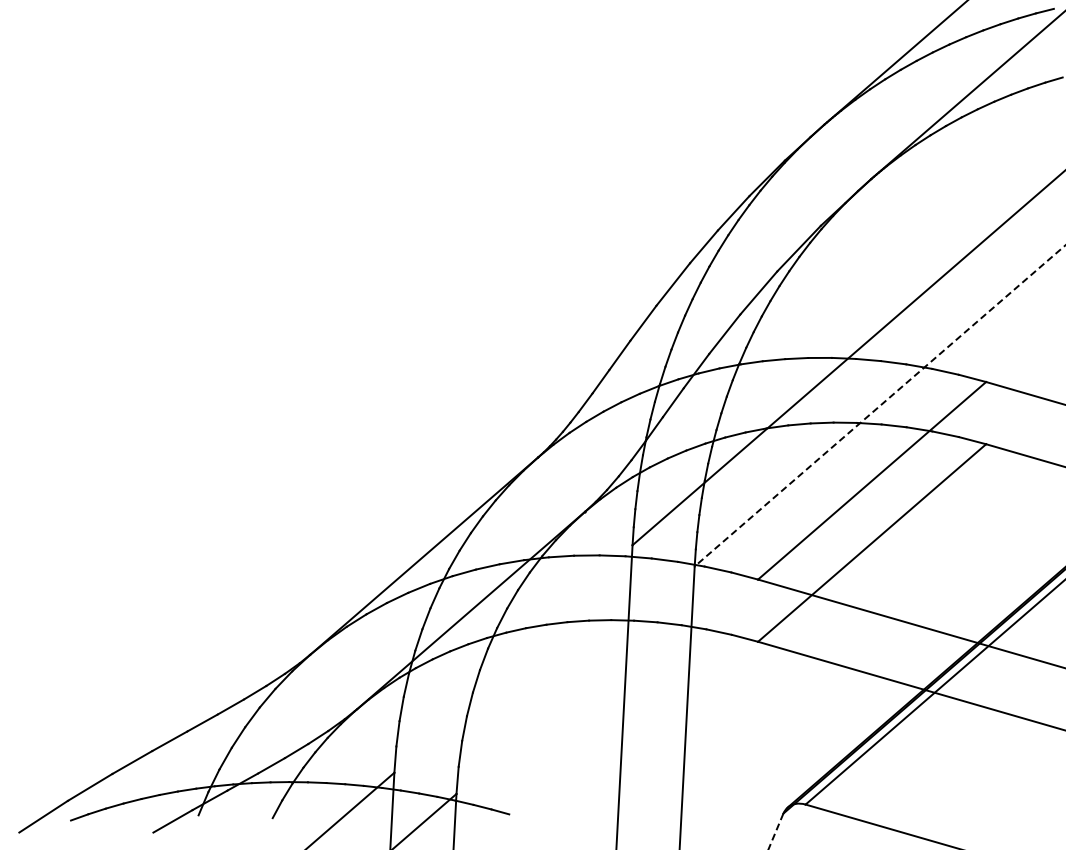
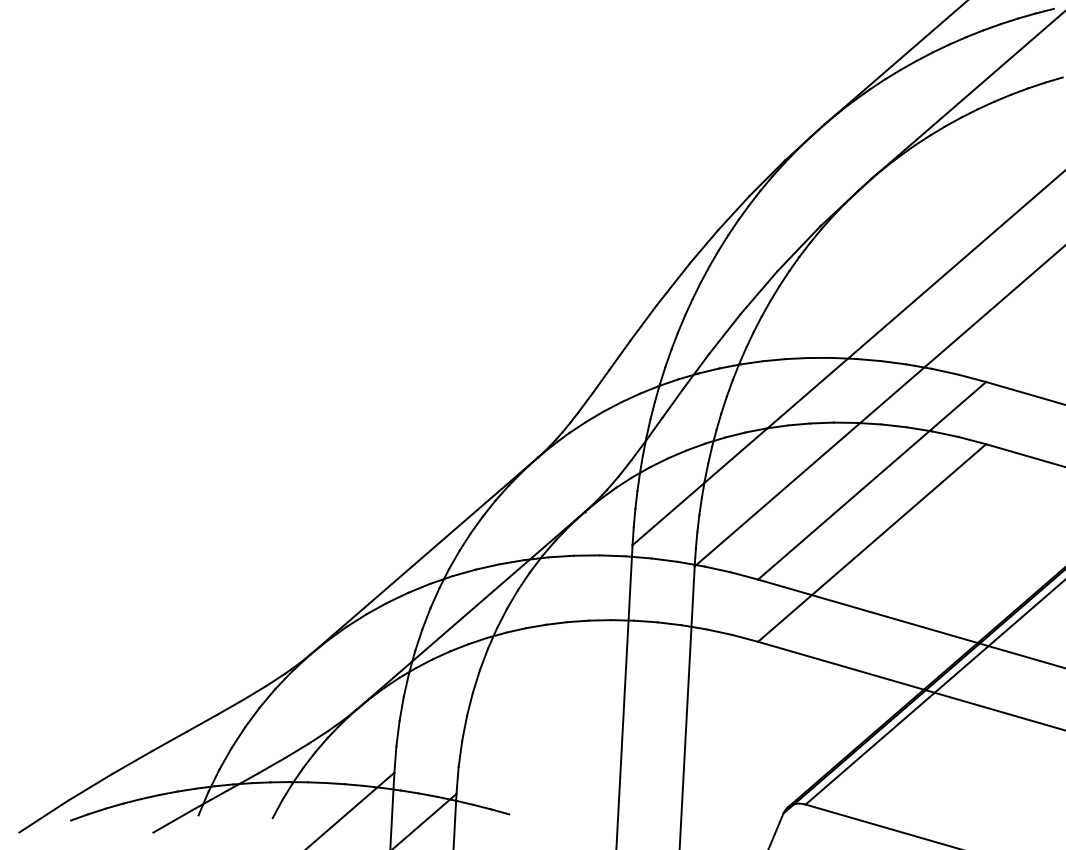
line at (879, 406): dashed -> solid
line at (775, 832): dashed -> solid
